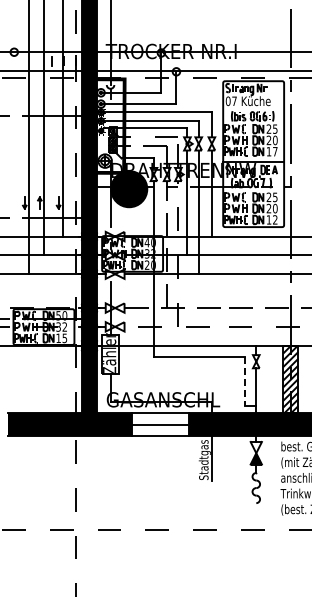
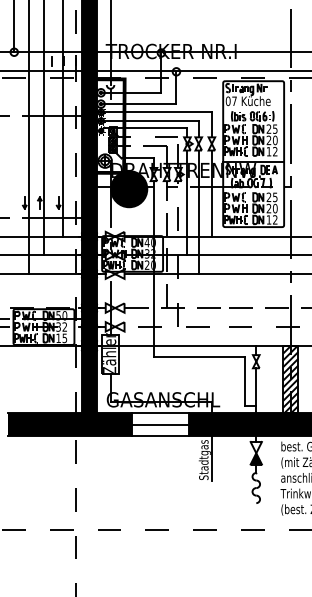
line at (14, 27): none -> present
text at (275, 151): 17 -> 12
line at (245, 381): dashed -> solid
